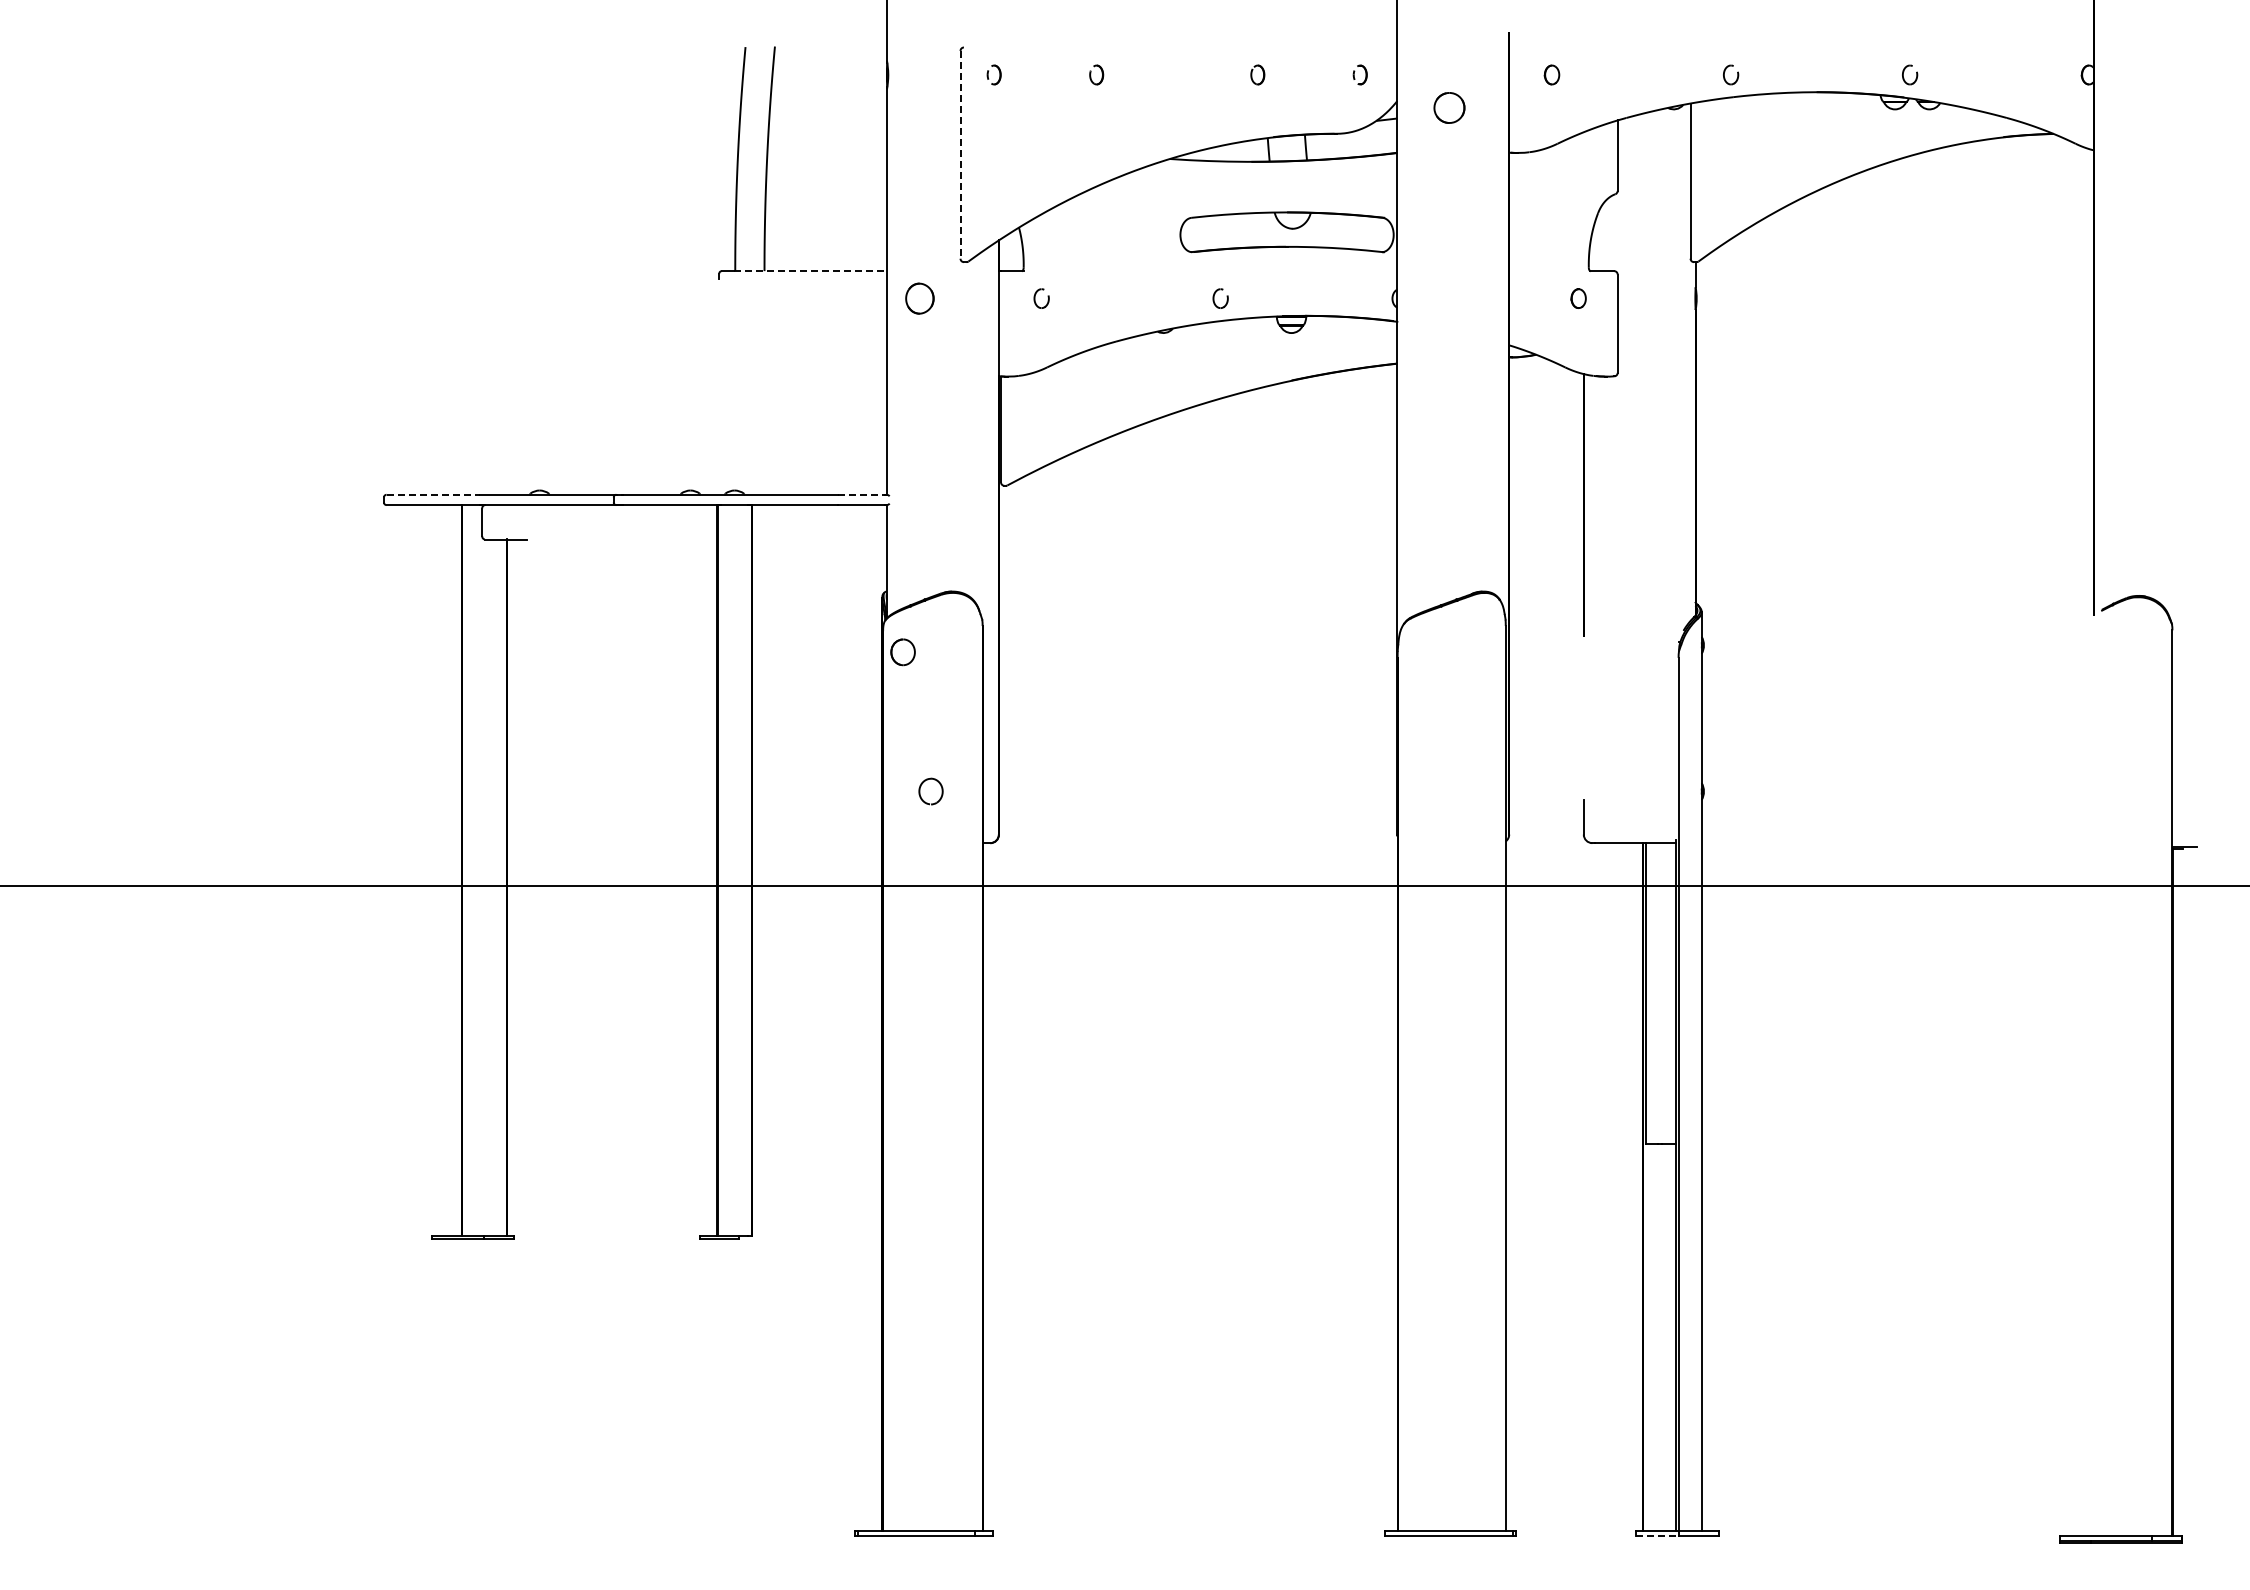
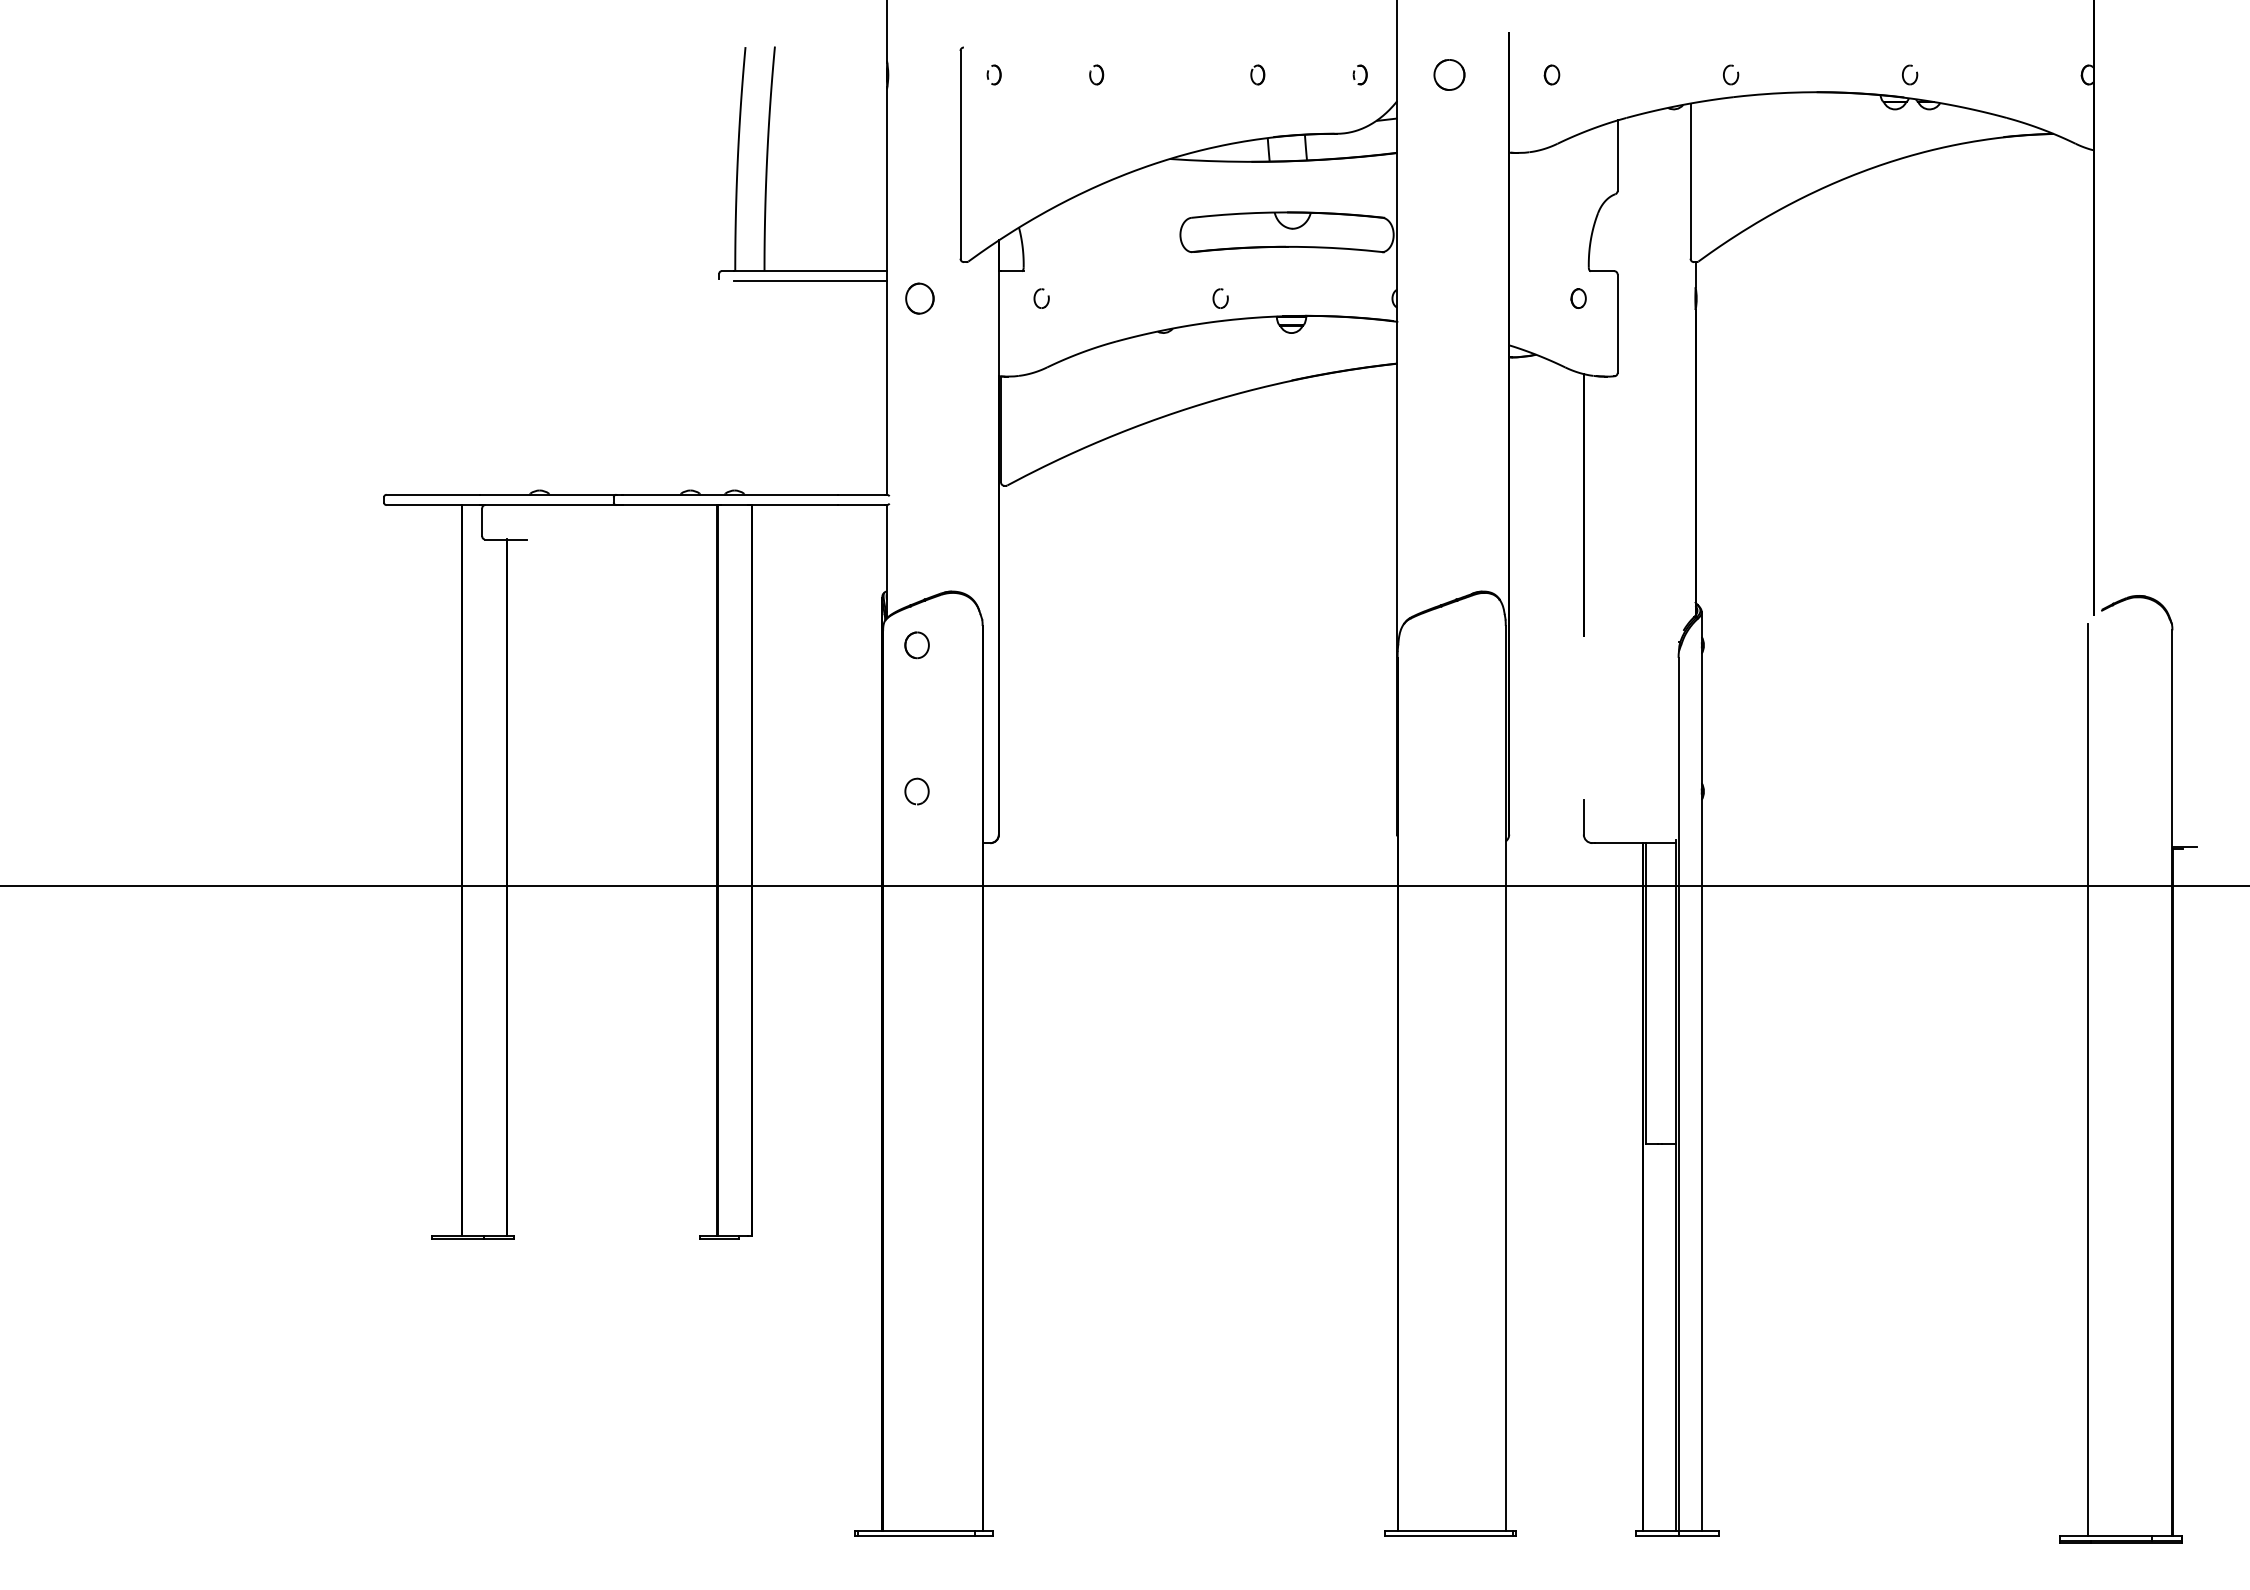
part at (1449, 107) position: (1449, 107) -> (1449, 74)
line at (960, 154): dashed -> solid
line at (811, 271): dashed -> solid
line at (810, 281): none -> present
line at (433, 494): dashed -> solid
line at (862, 494): dashed -> solid
part at (902, 652) position: (902, 652) -> (916, 645)
part at (920, 791) position: (920, 791) -> (906, 791)
line at (2087, 1079): none -> present
line at (1658, 1536): dashed -> solid
